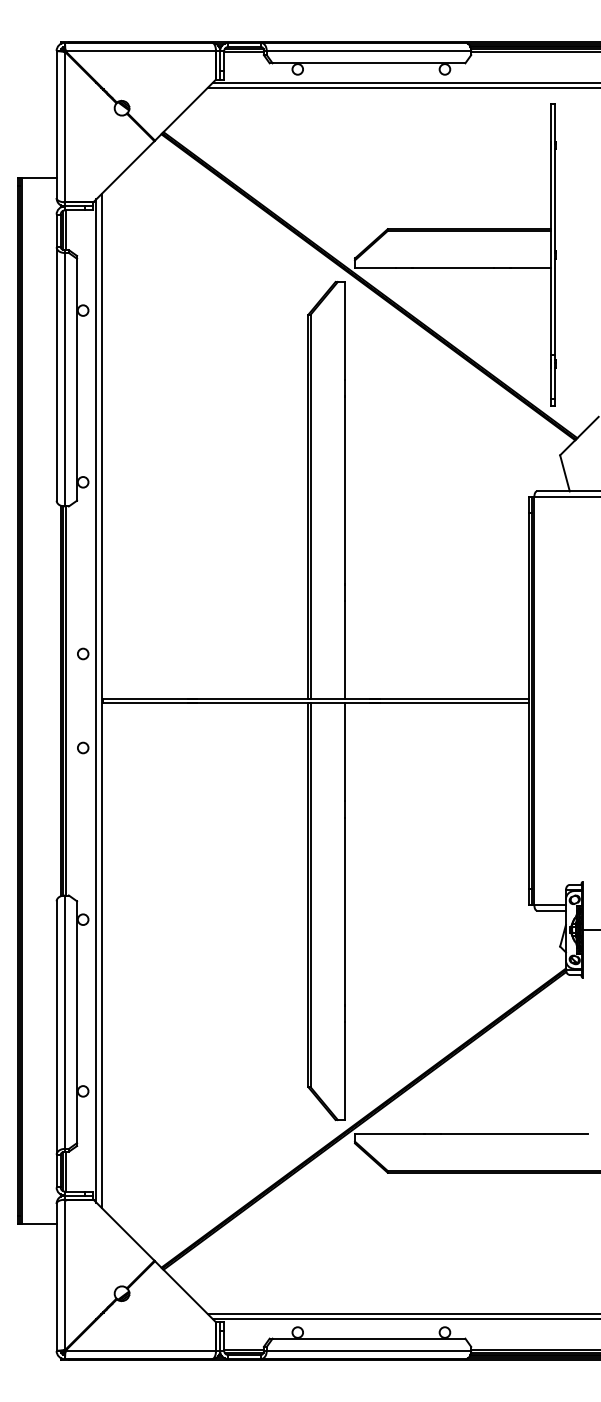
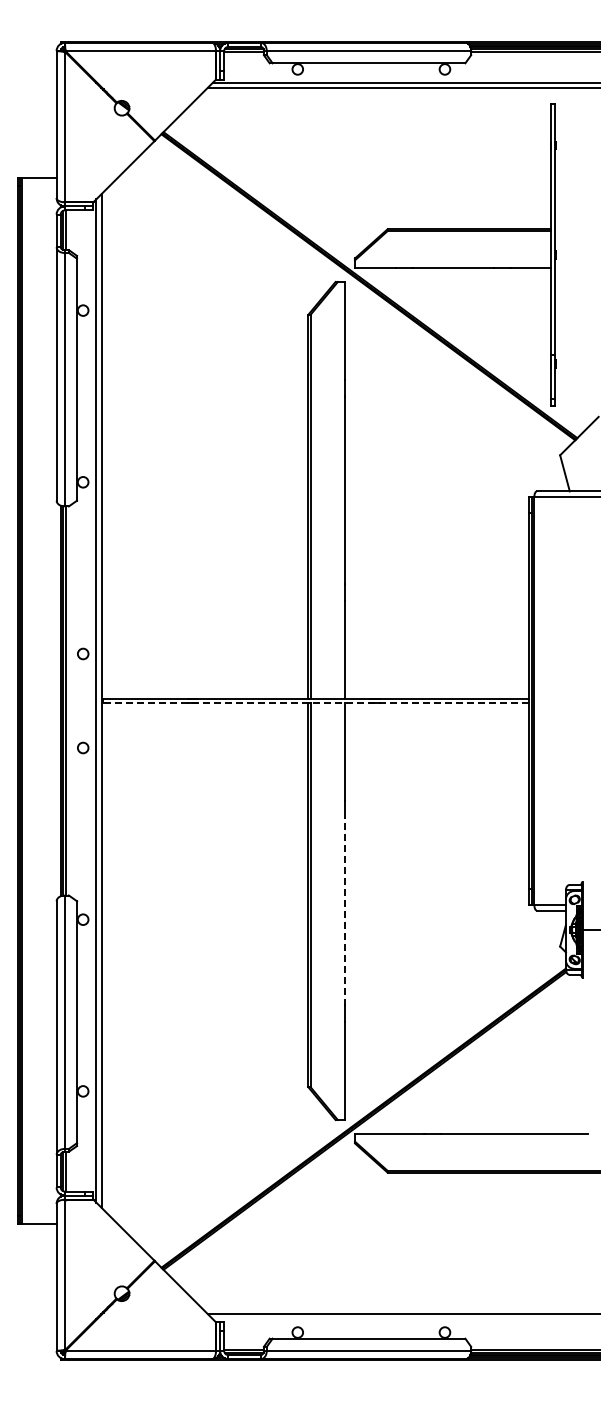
line at (316, 703): solid -> dashed
line at (344, 911): solid -> dashed
line at (405, 1319): present -> none
